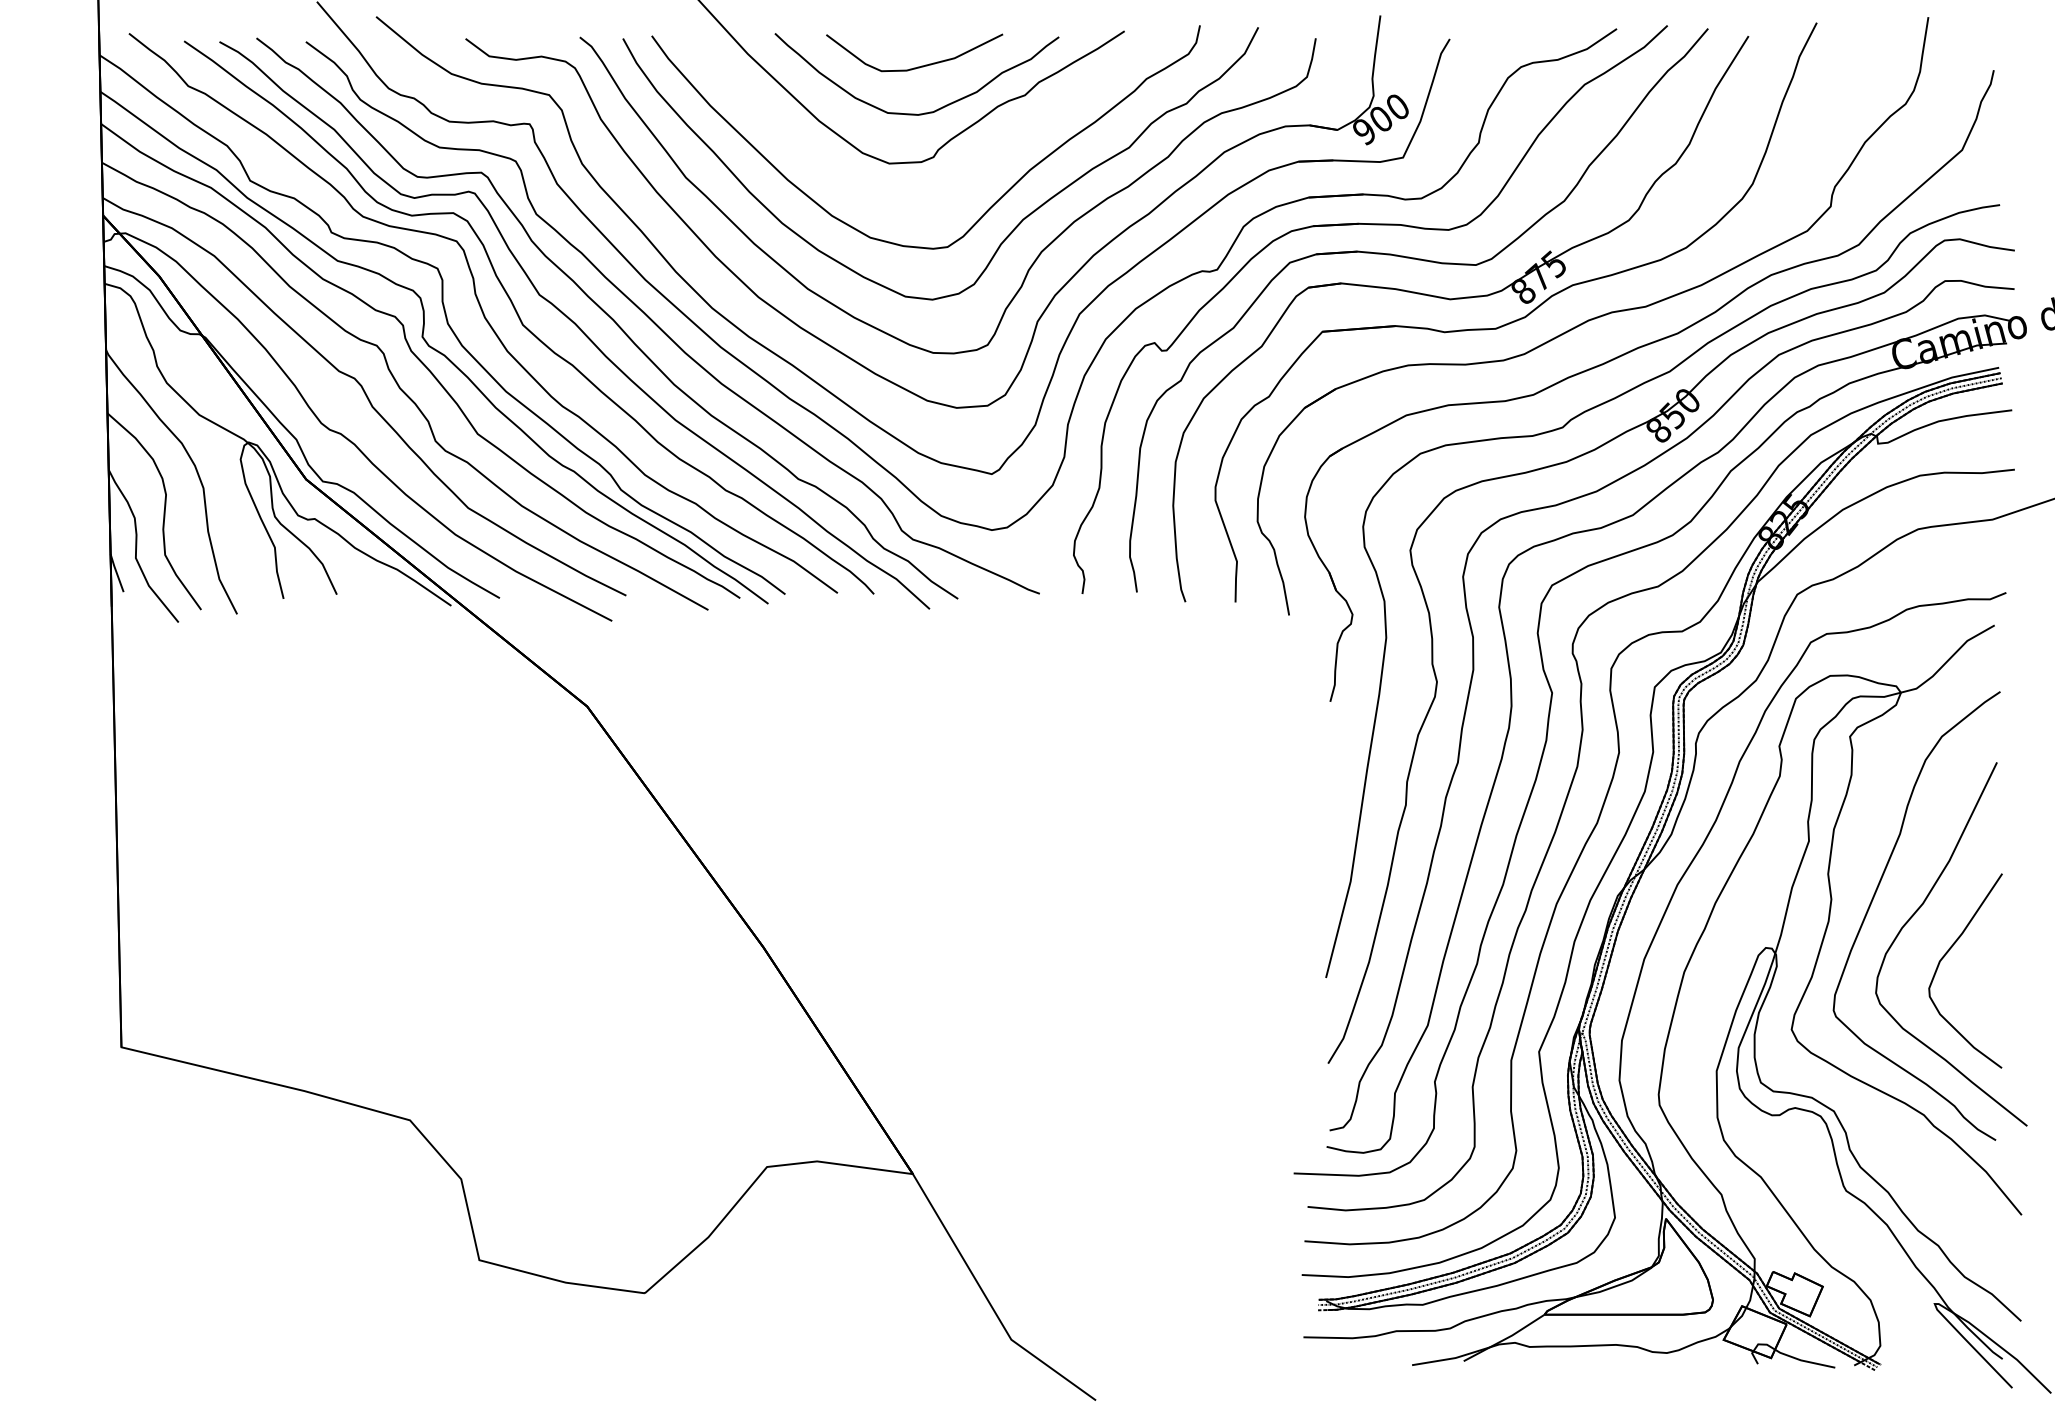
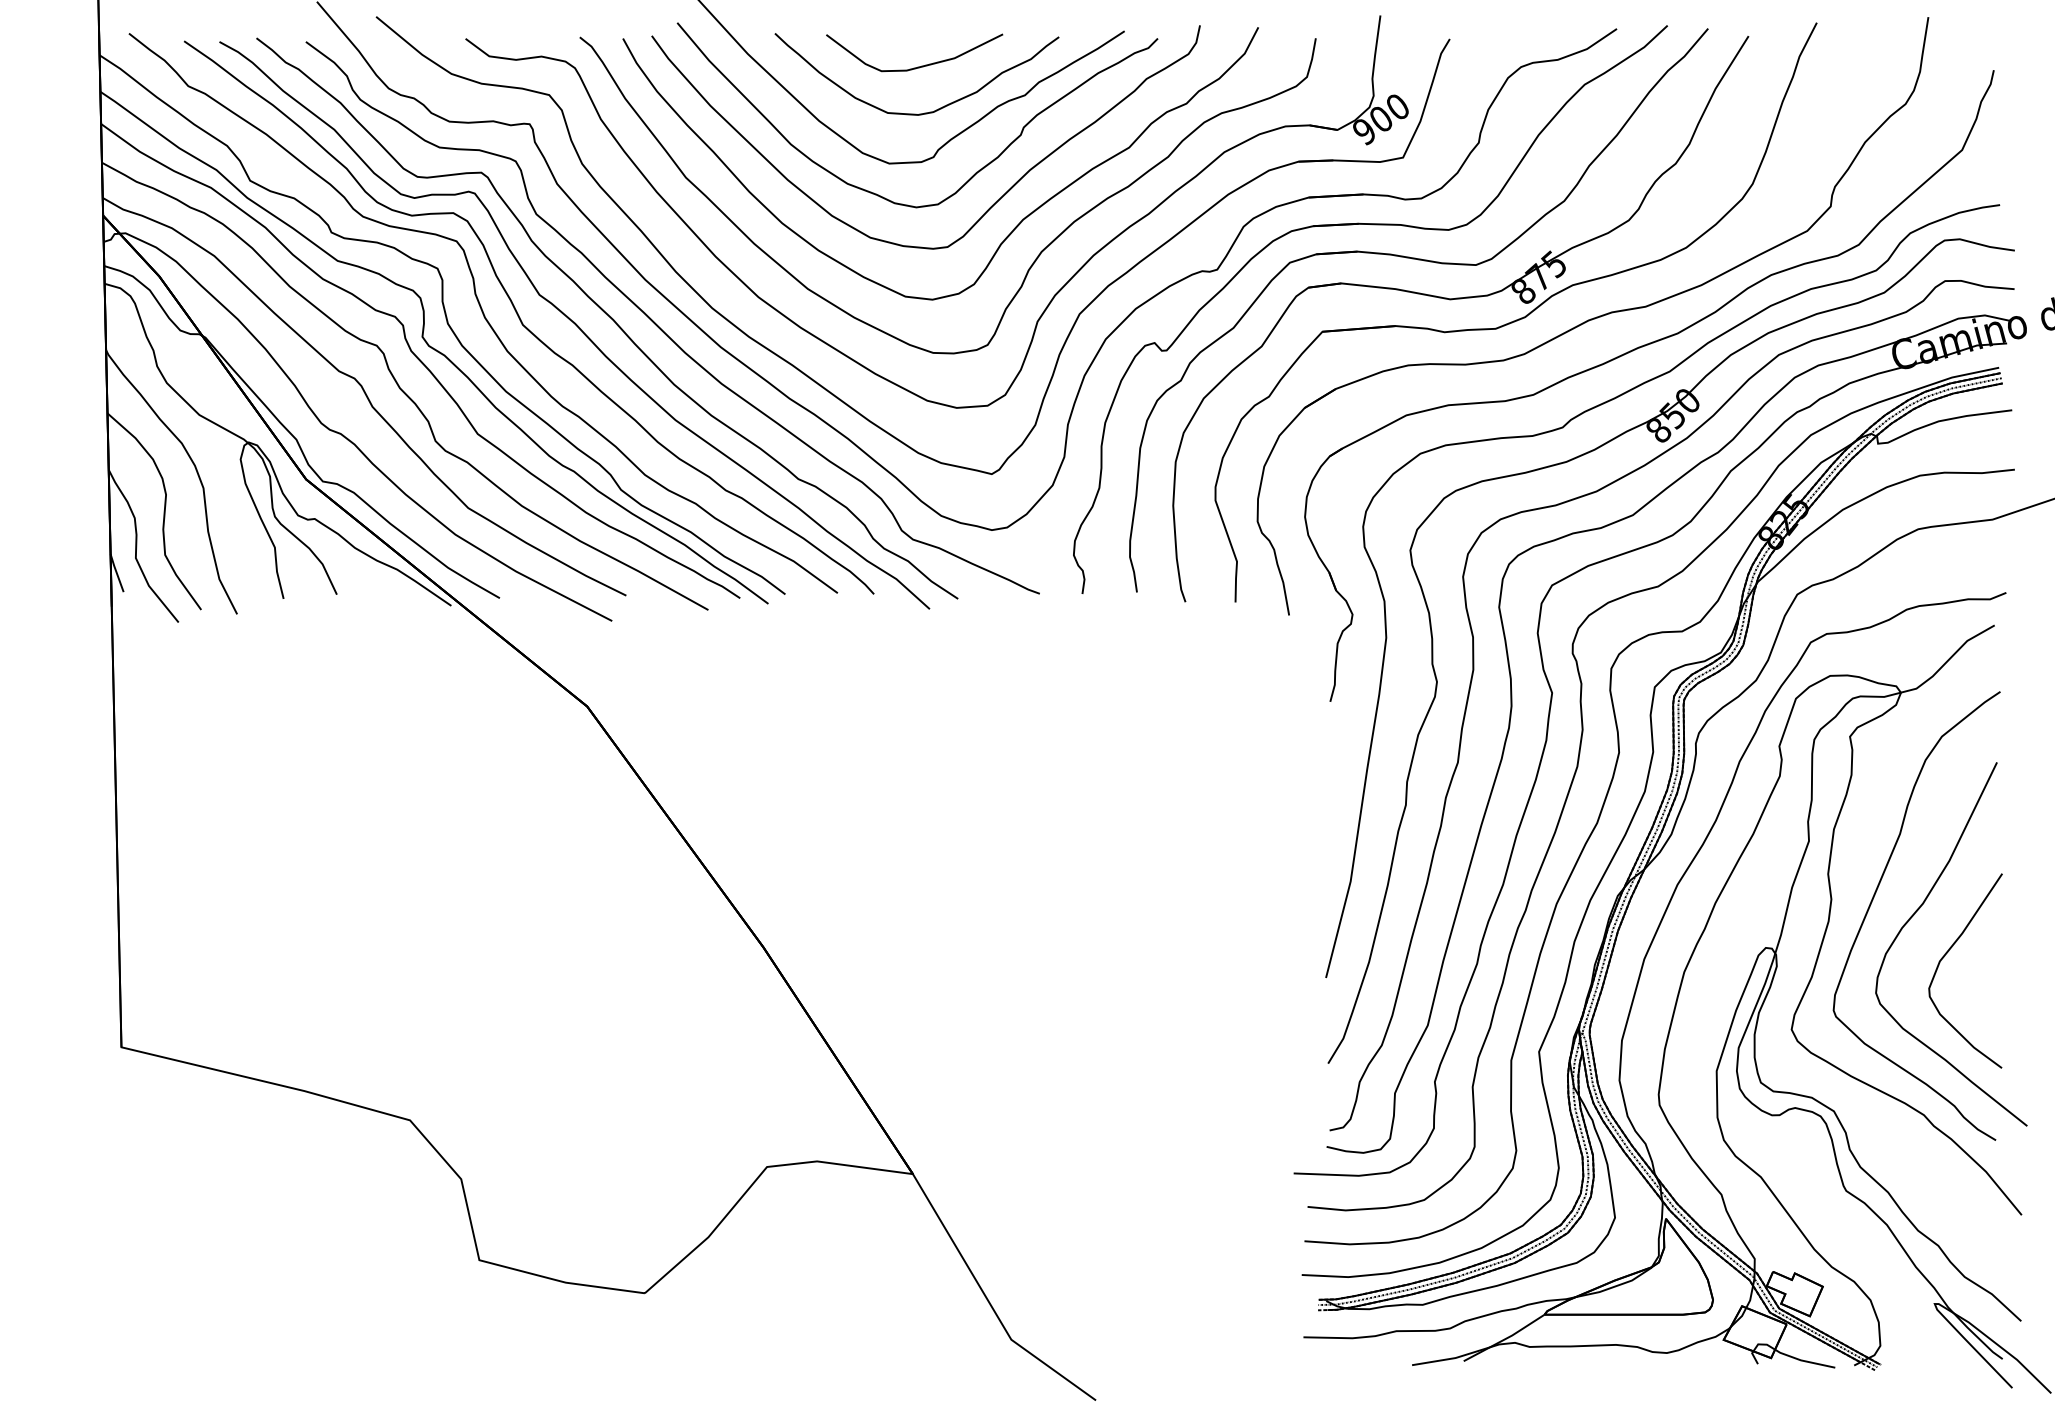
part at (975, 172): none -> present
